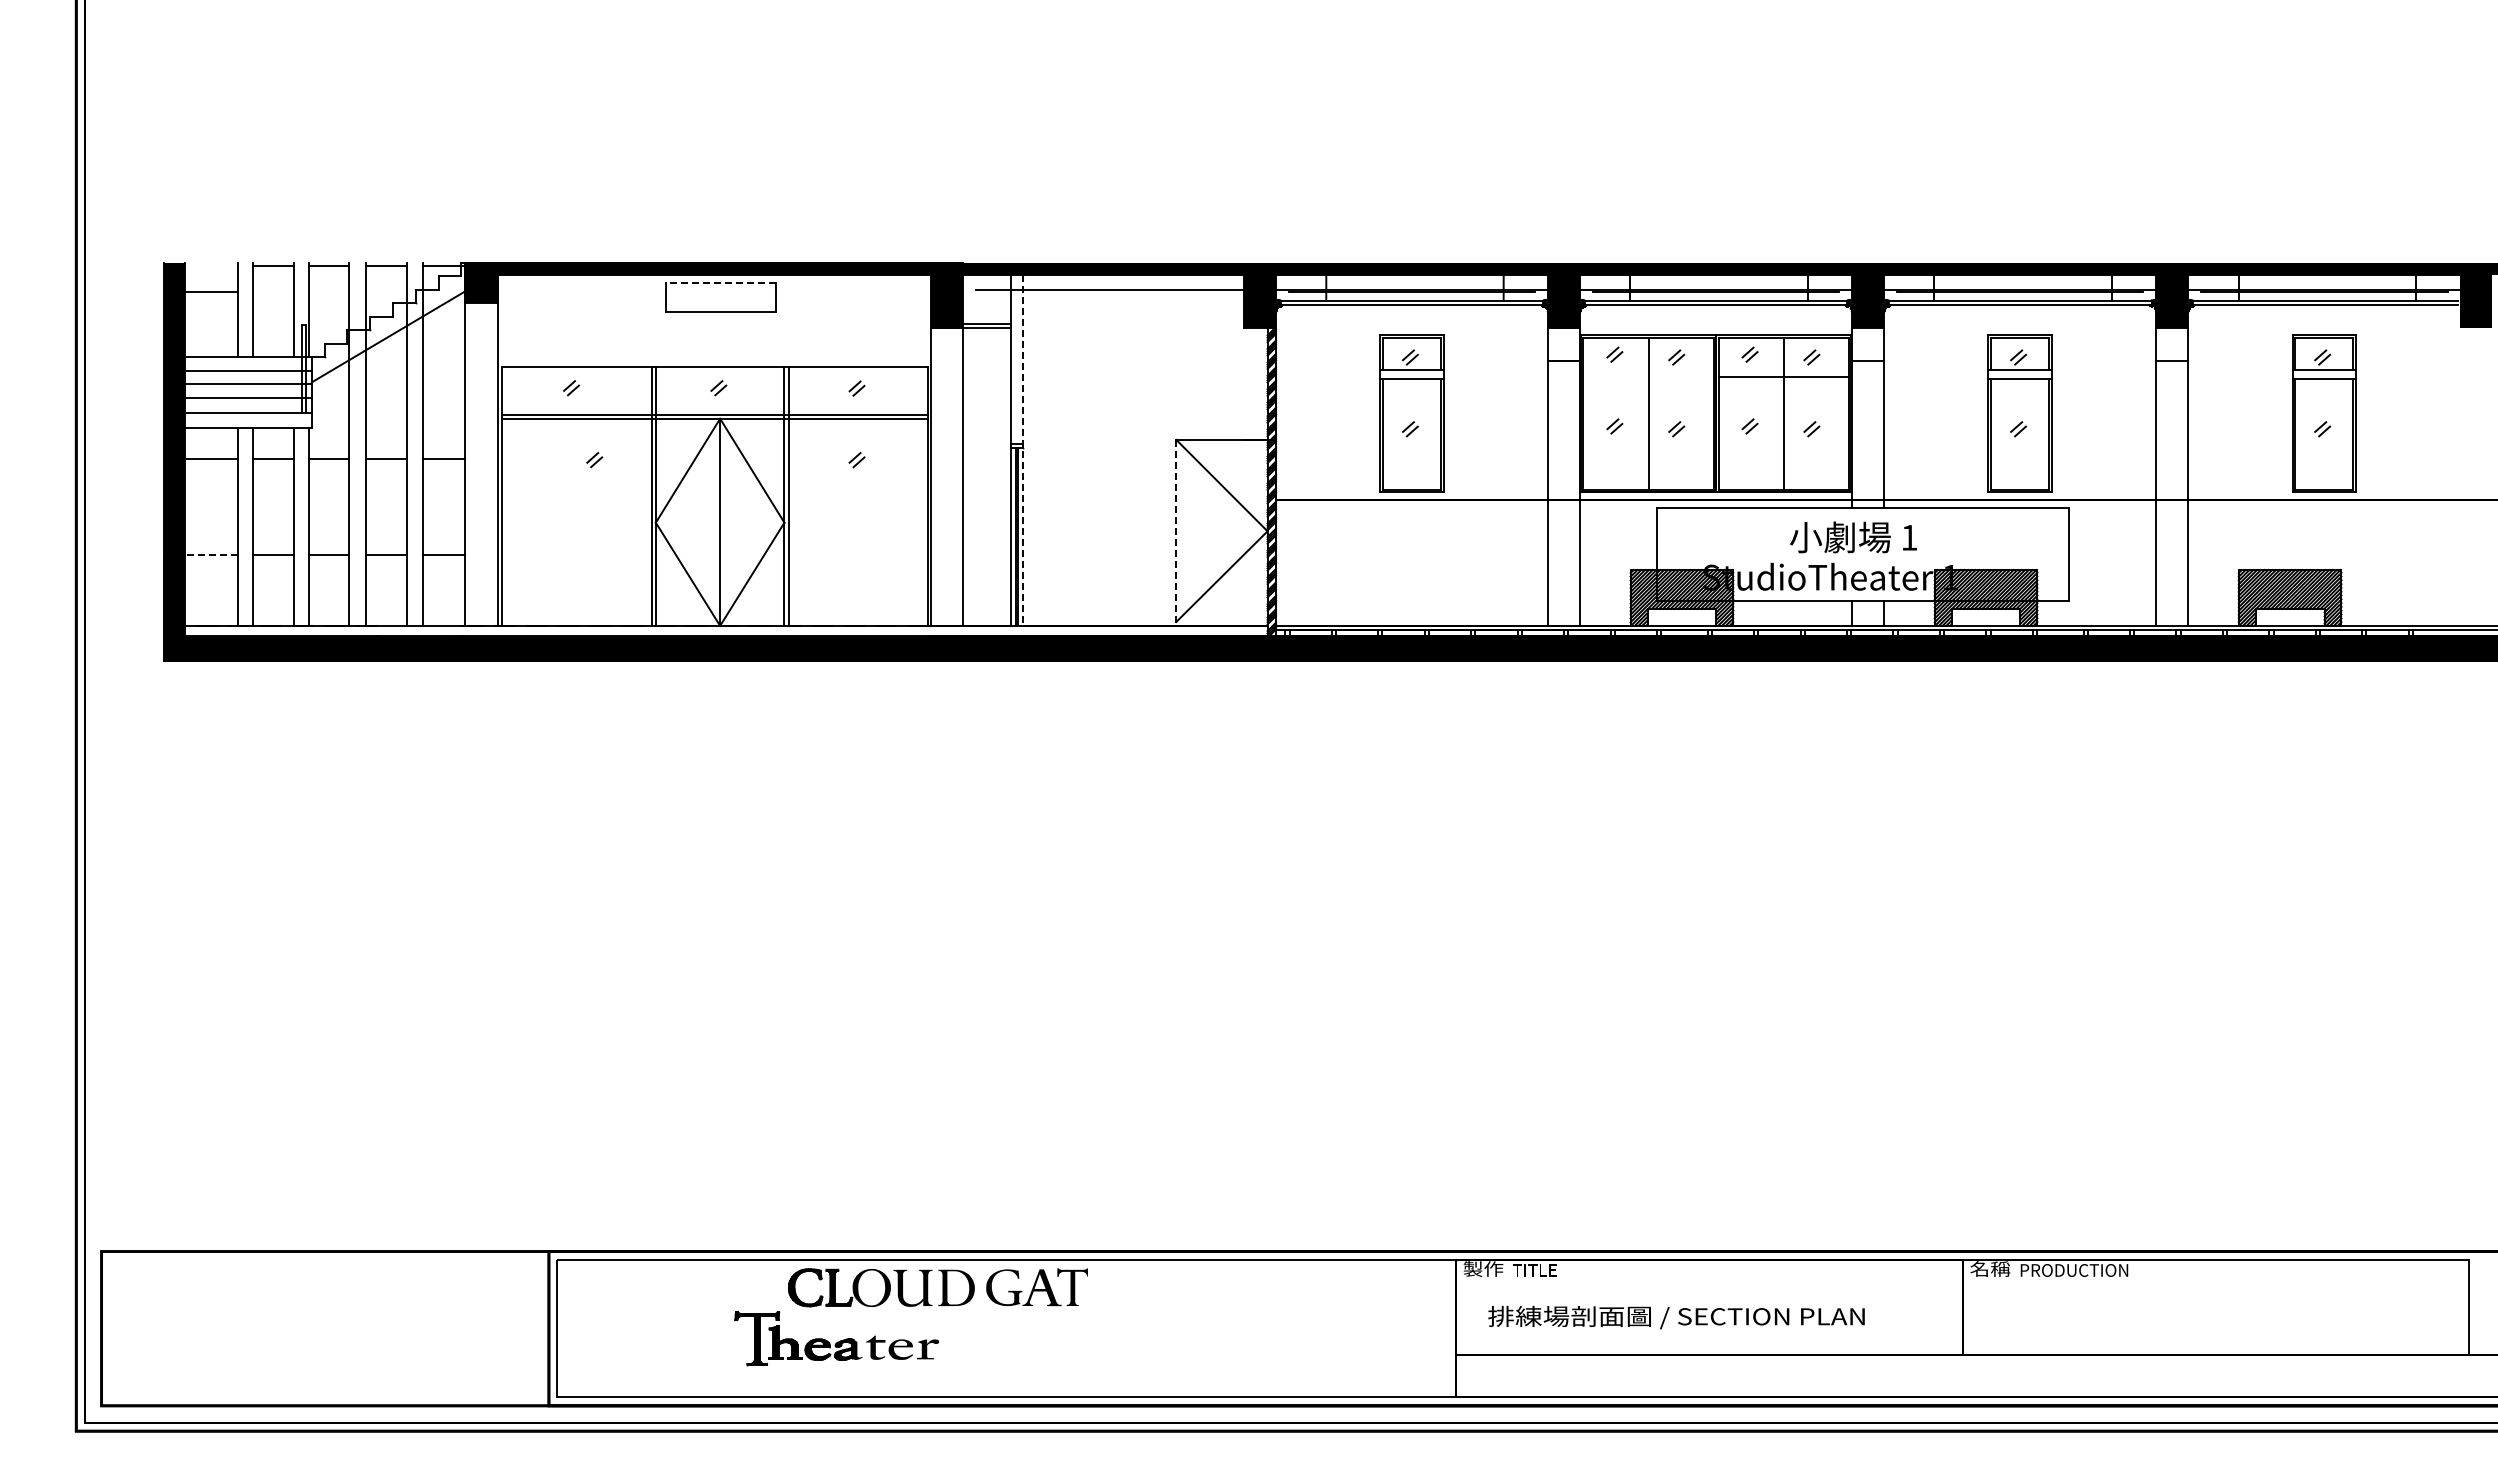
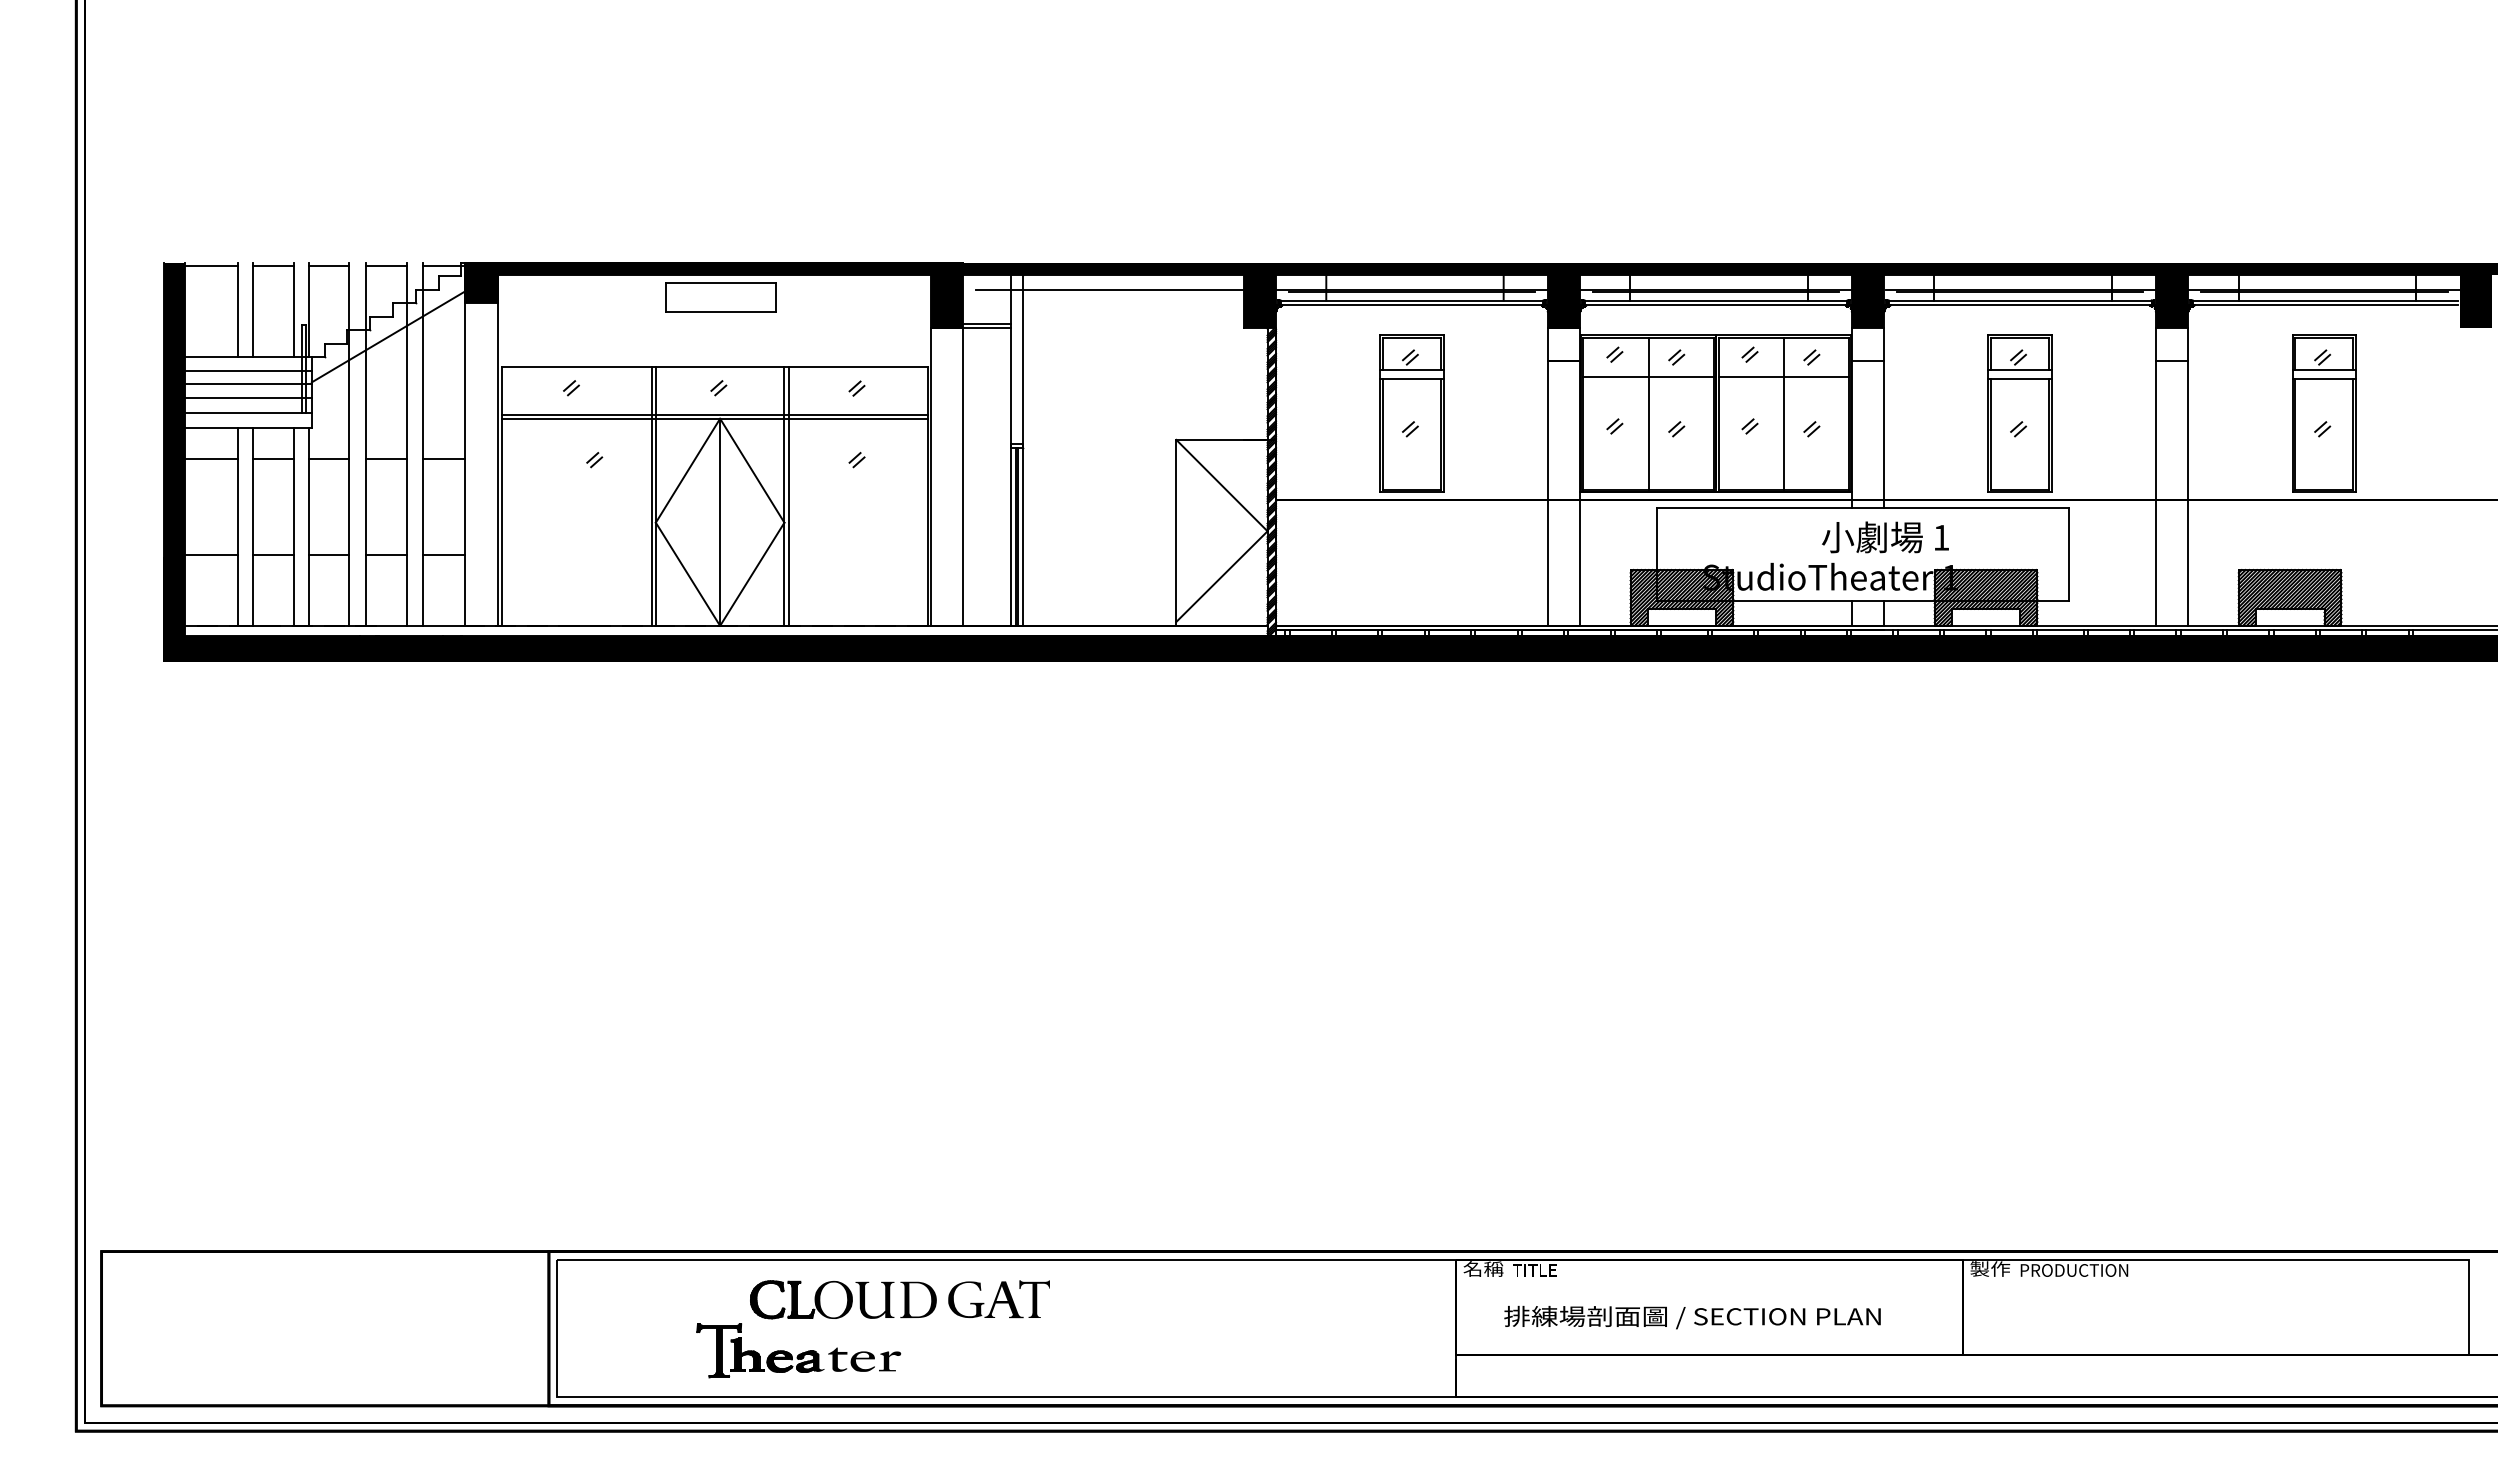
line at (720, 282): dashed -> solid
line at (211, 291) position: (211, 291) -> (211, 265)
line at (1648, 377): none -> present
line at (1023, 450): dashed -> solid
line at (1176, 532): dashed -> solid
text at (1853, 537) position: (1853, 537) -> (1885, 537)
line at (211, 554): dashed -> solid
text at (1483, 1268): 製作 -> 名稱
text at (1990, 1268): 名稱 -> 製作
part at (910, 1306) position: (910, 1306) -> (872, 1318)
text at (1676, 1317) position: (1676, 1317) -> (1692, 1317)
